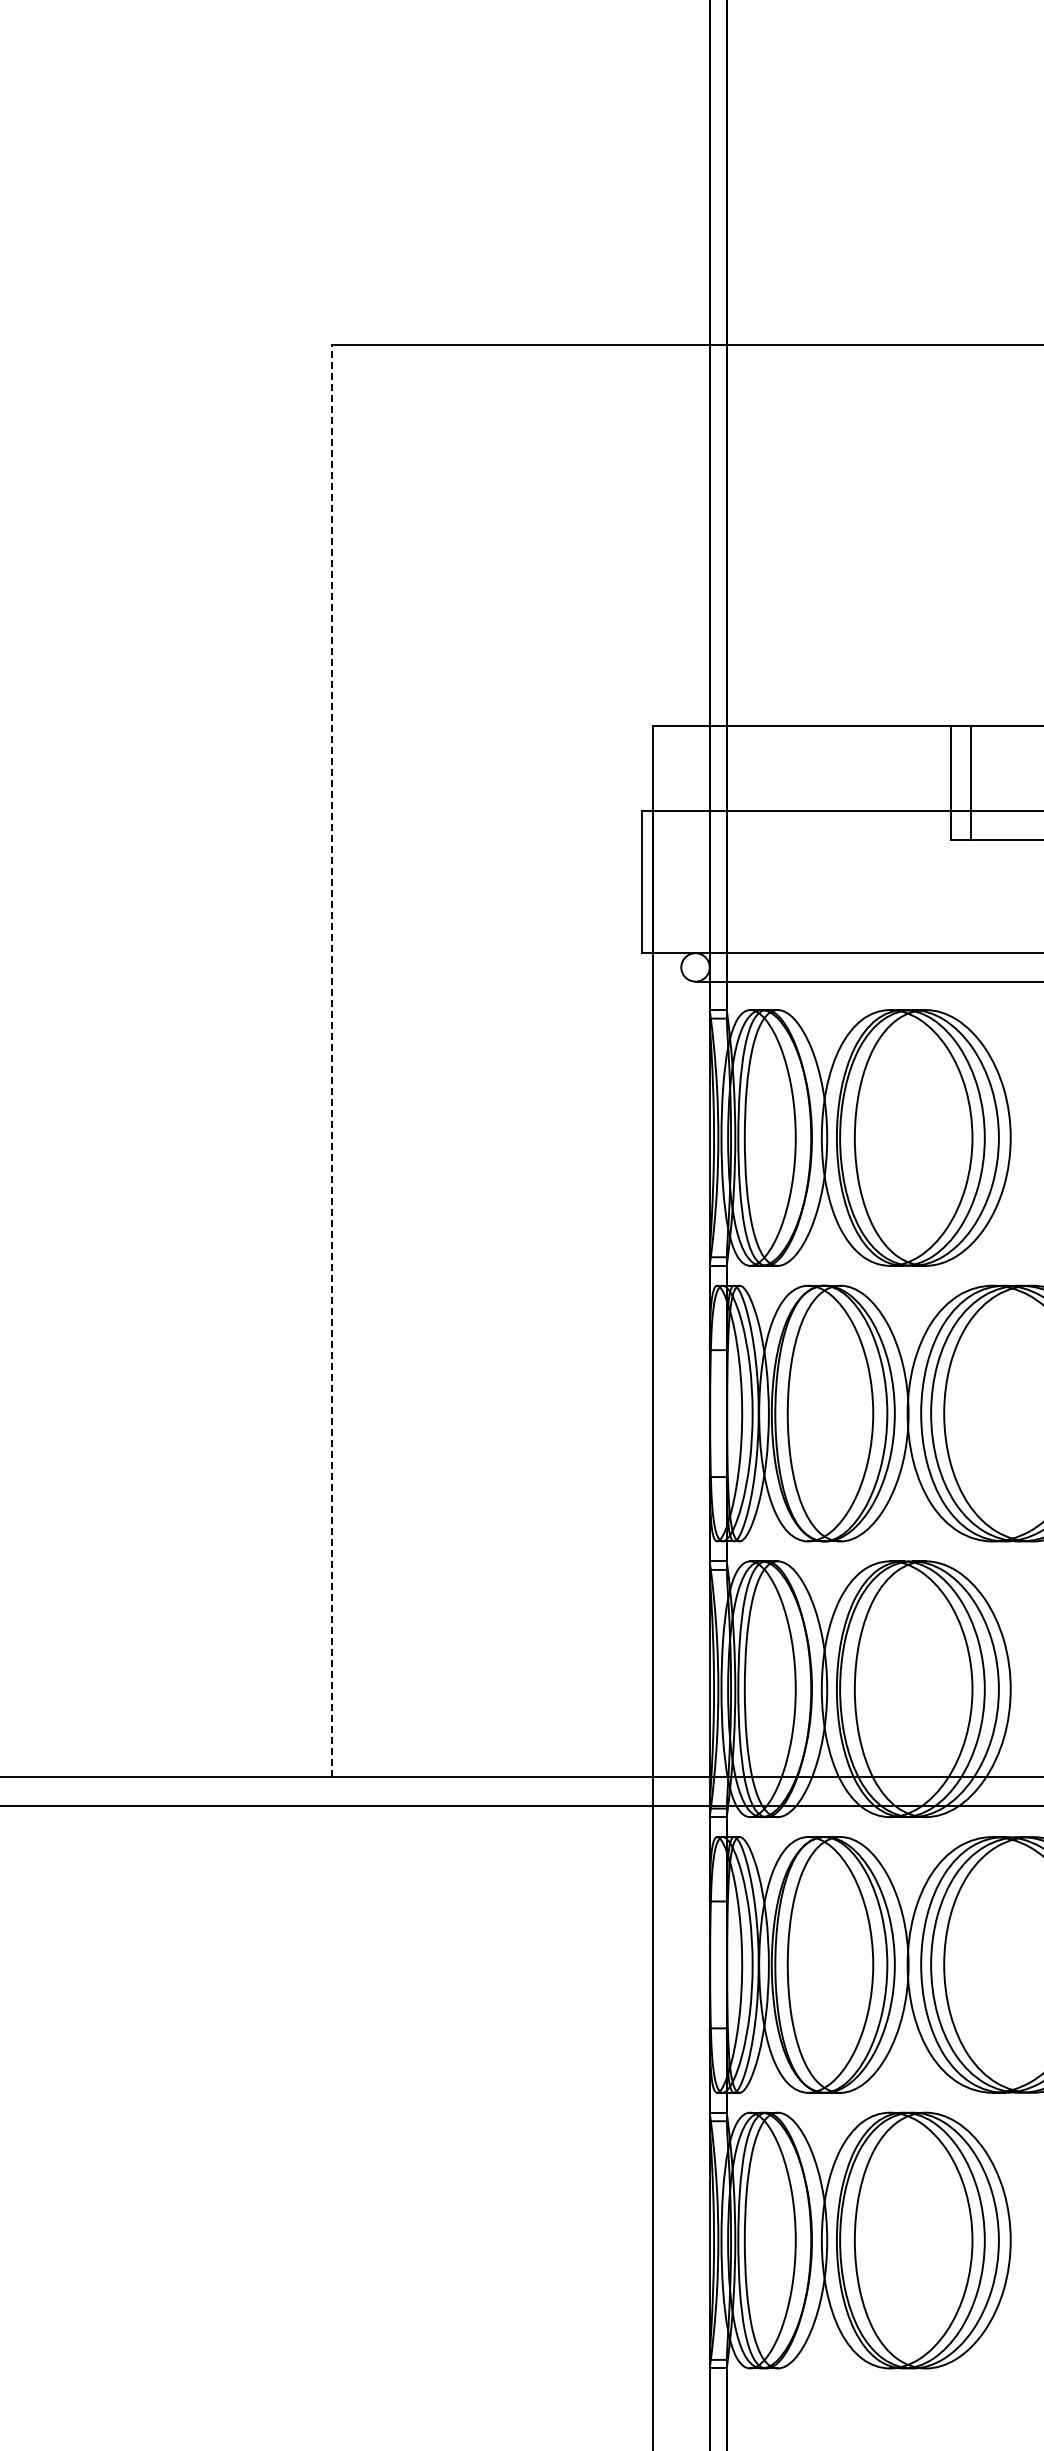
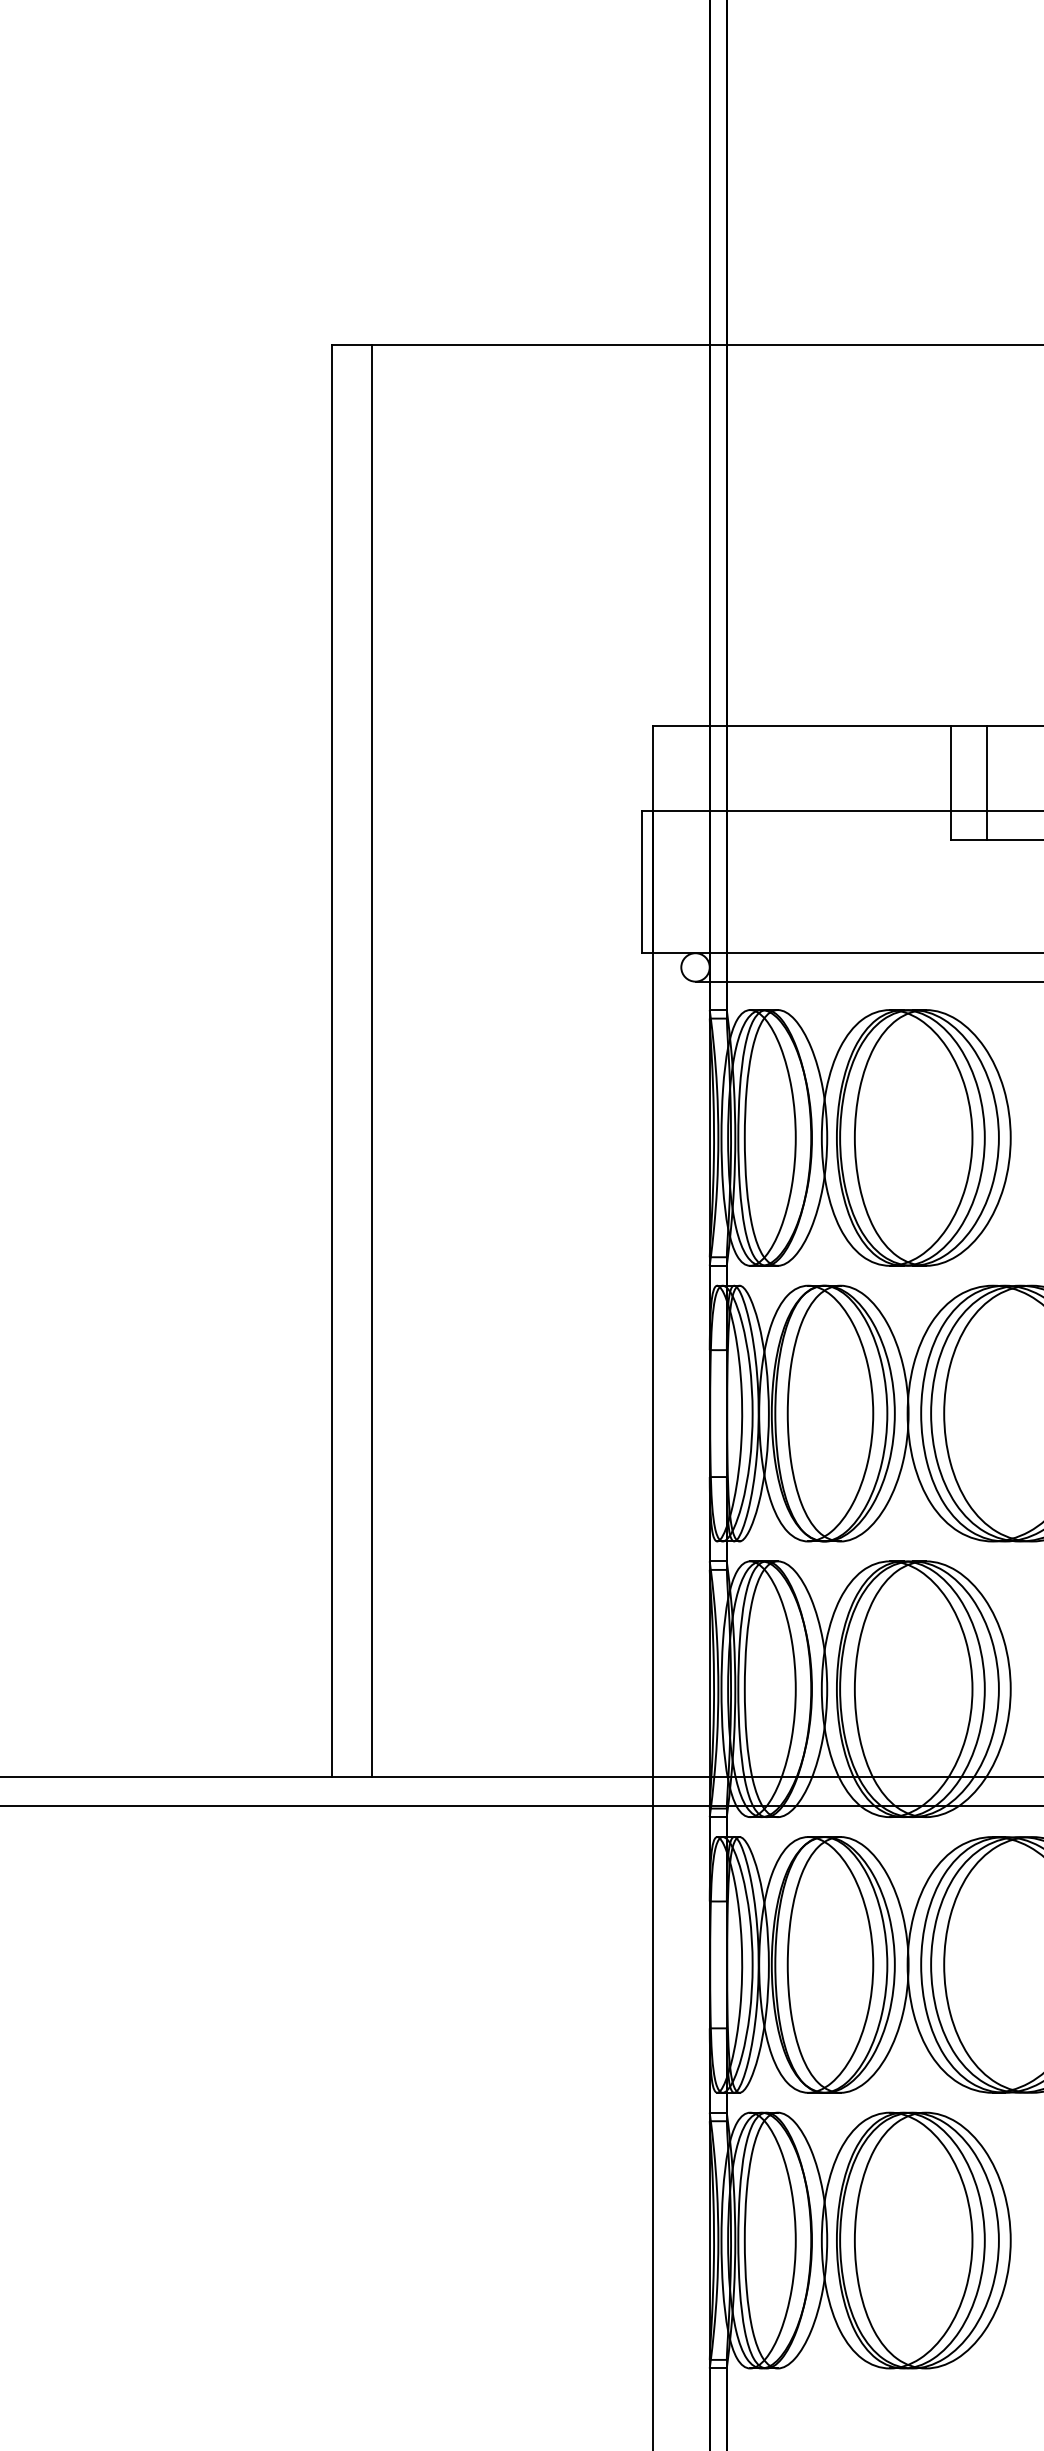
line at (970, 782) position: (970, 782) -> (986, 782)
line at (331, 1060): dashed -> solid
line at (372, 1061): none -> present
